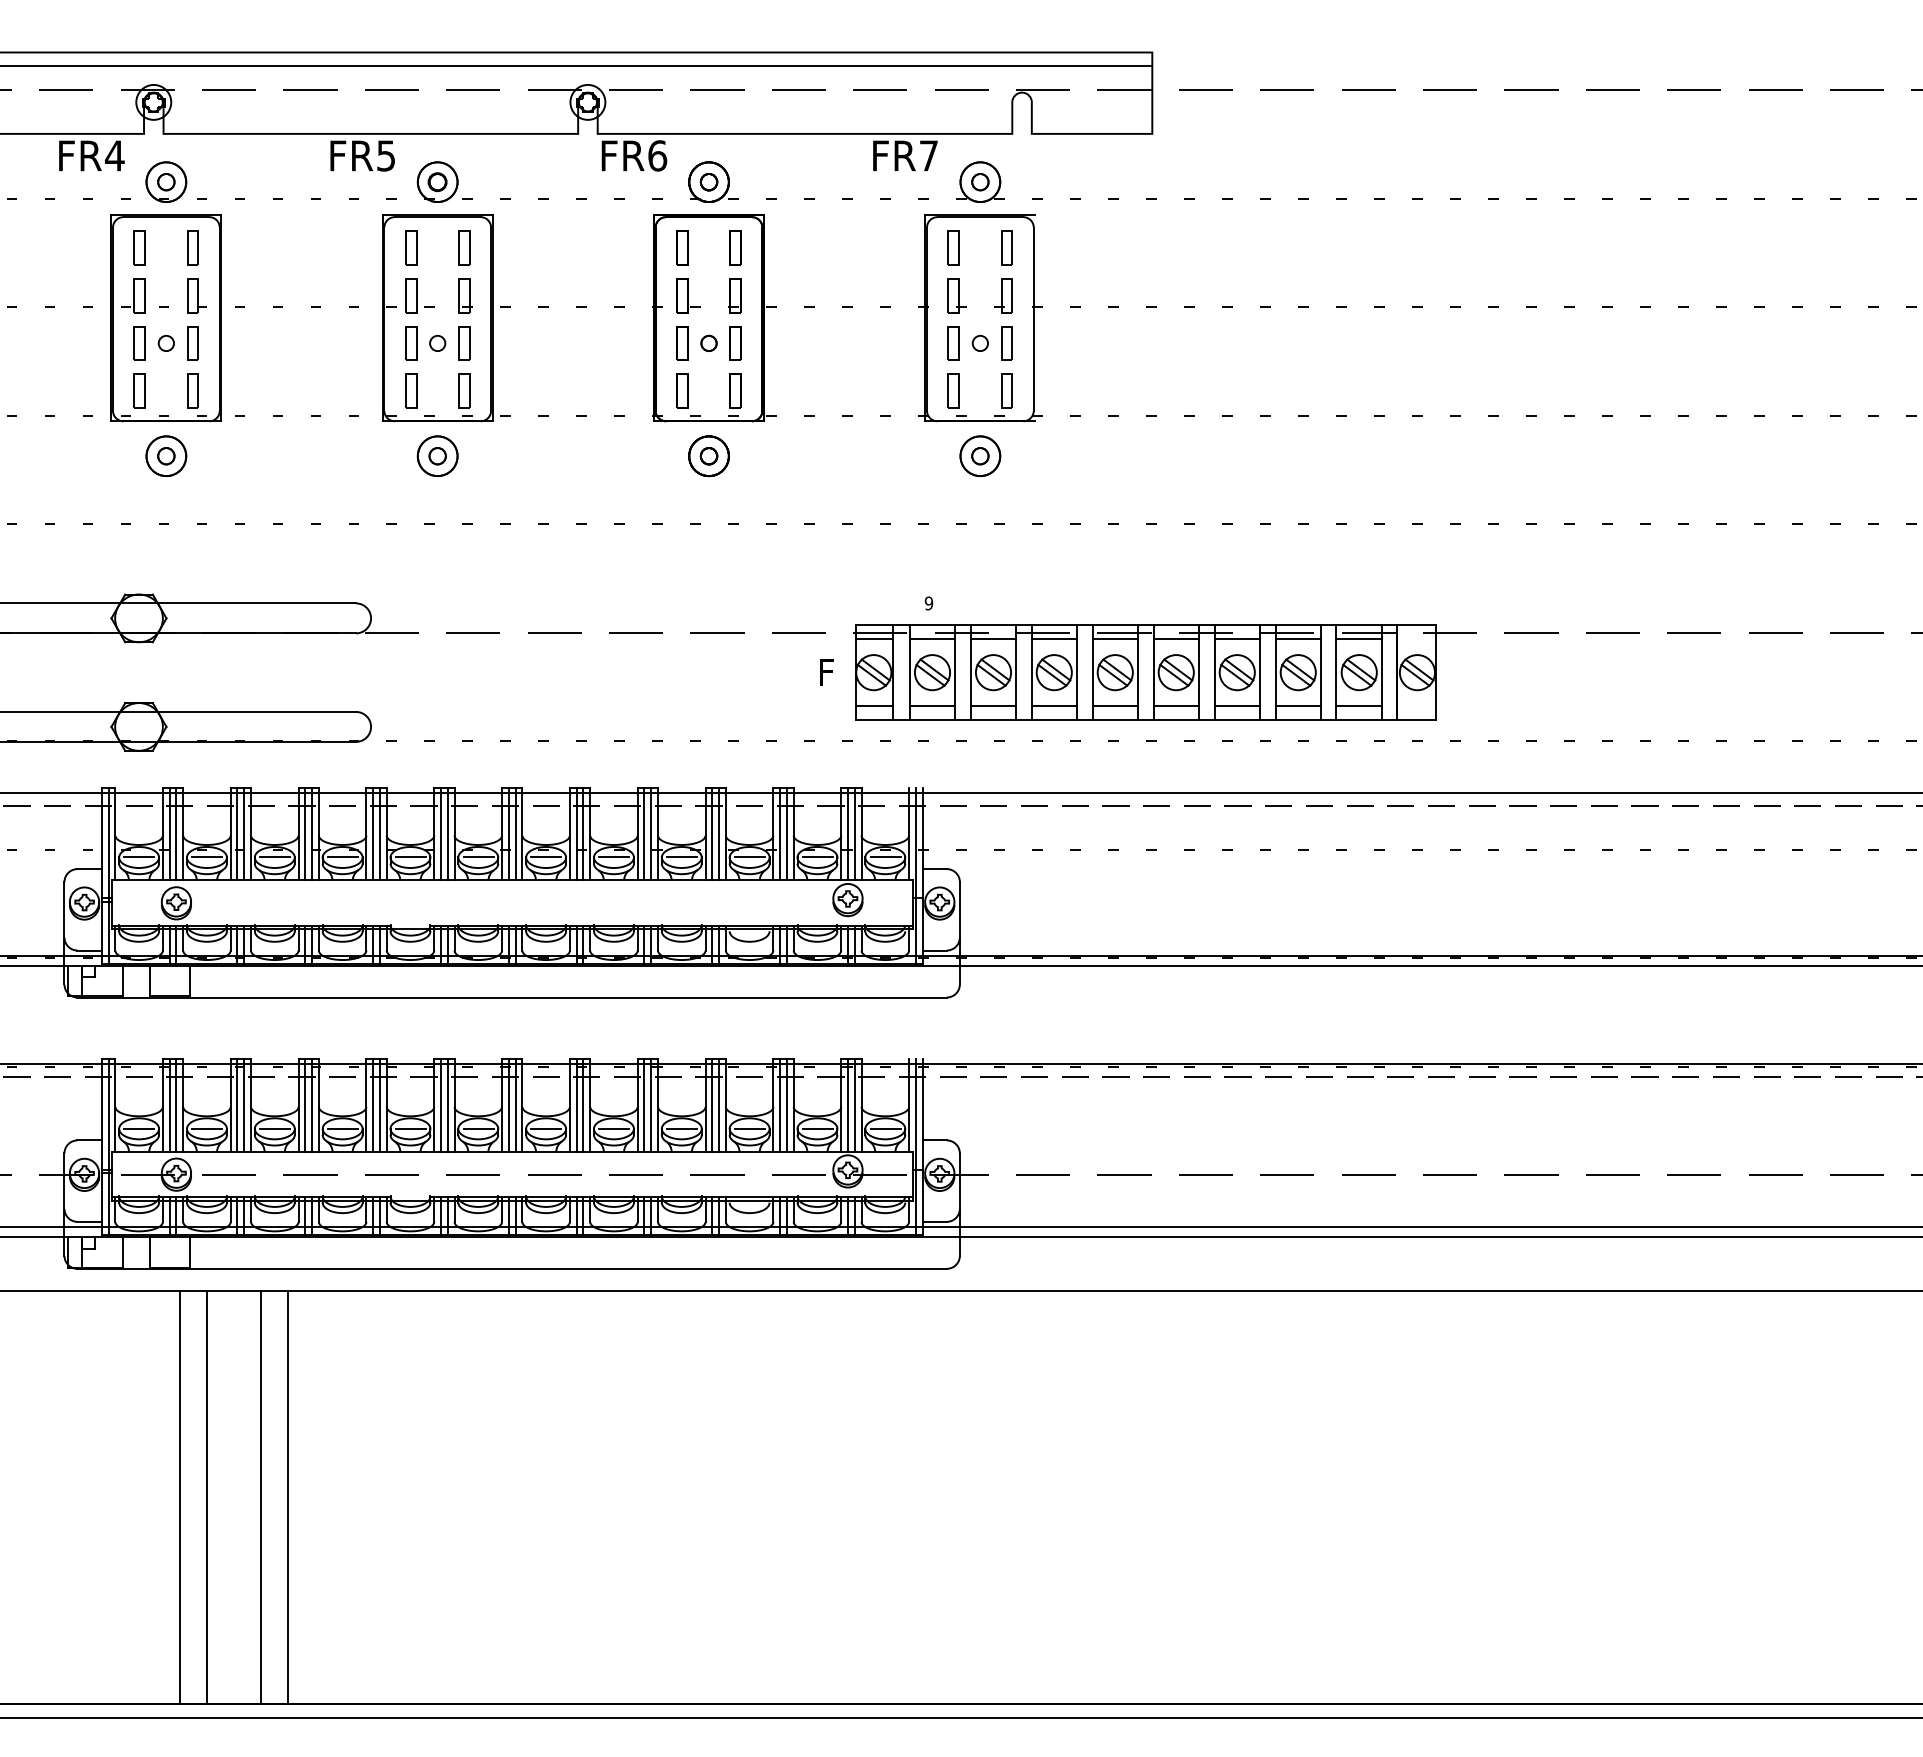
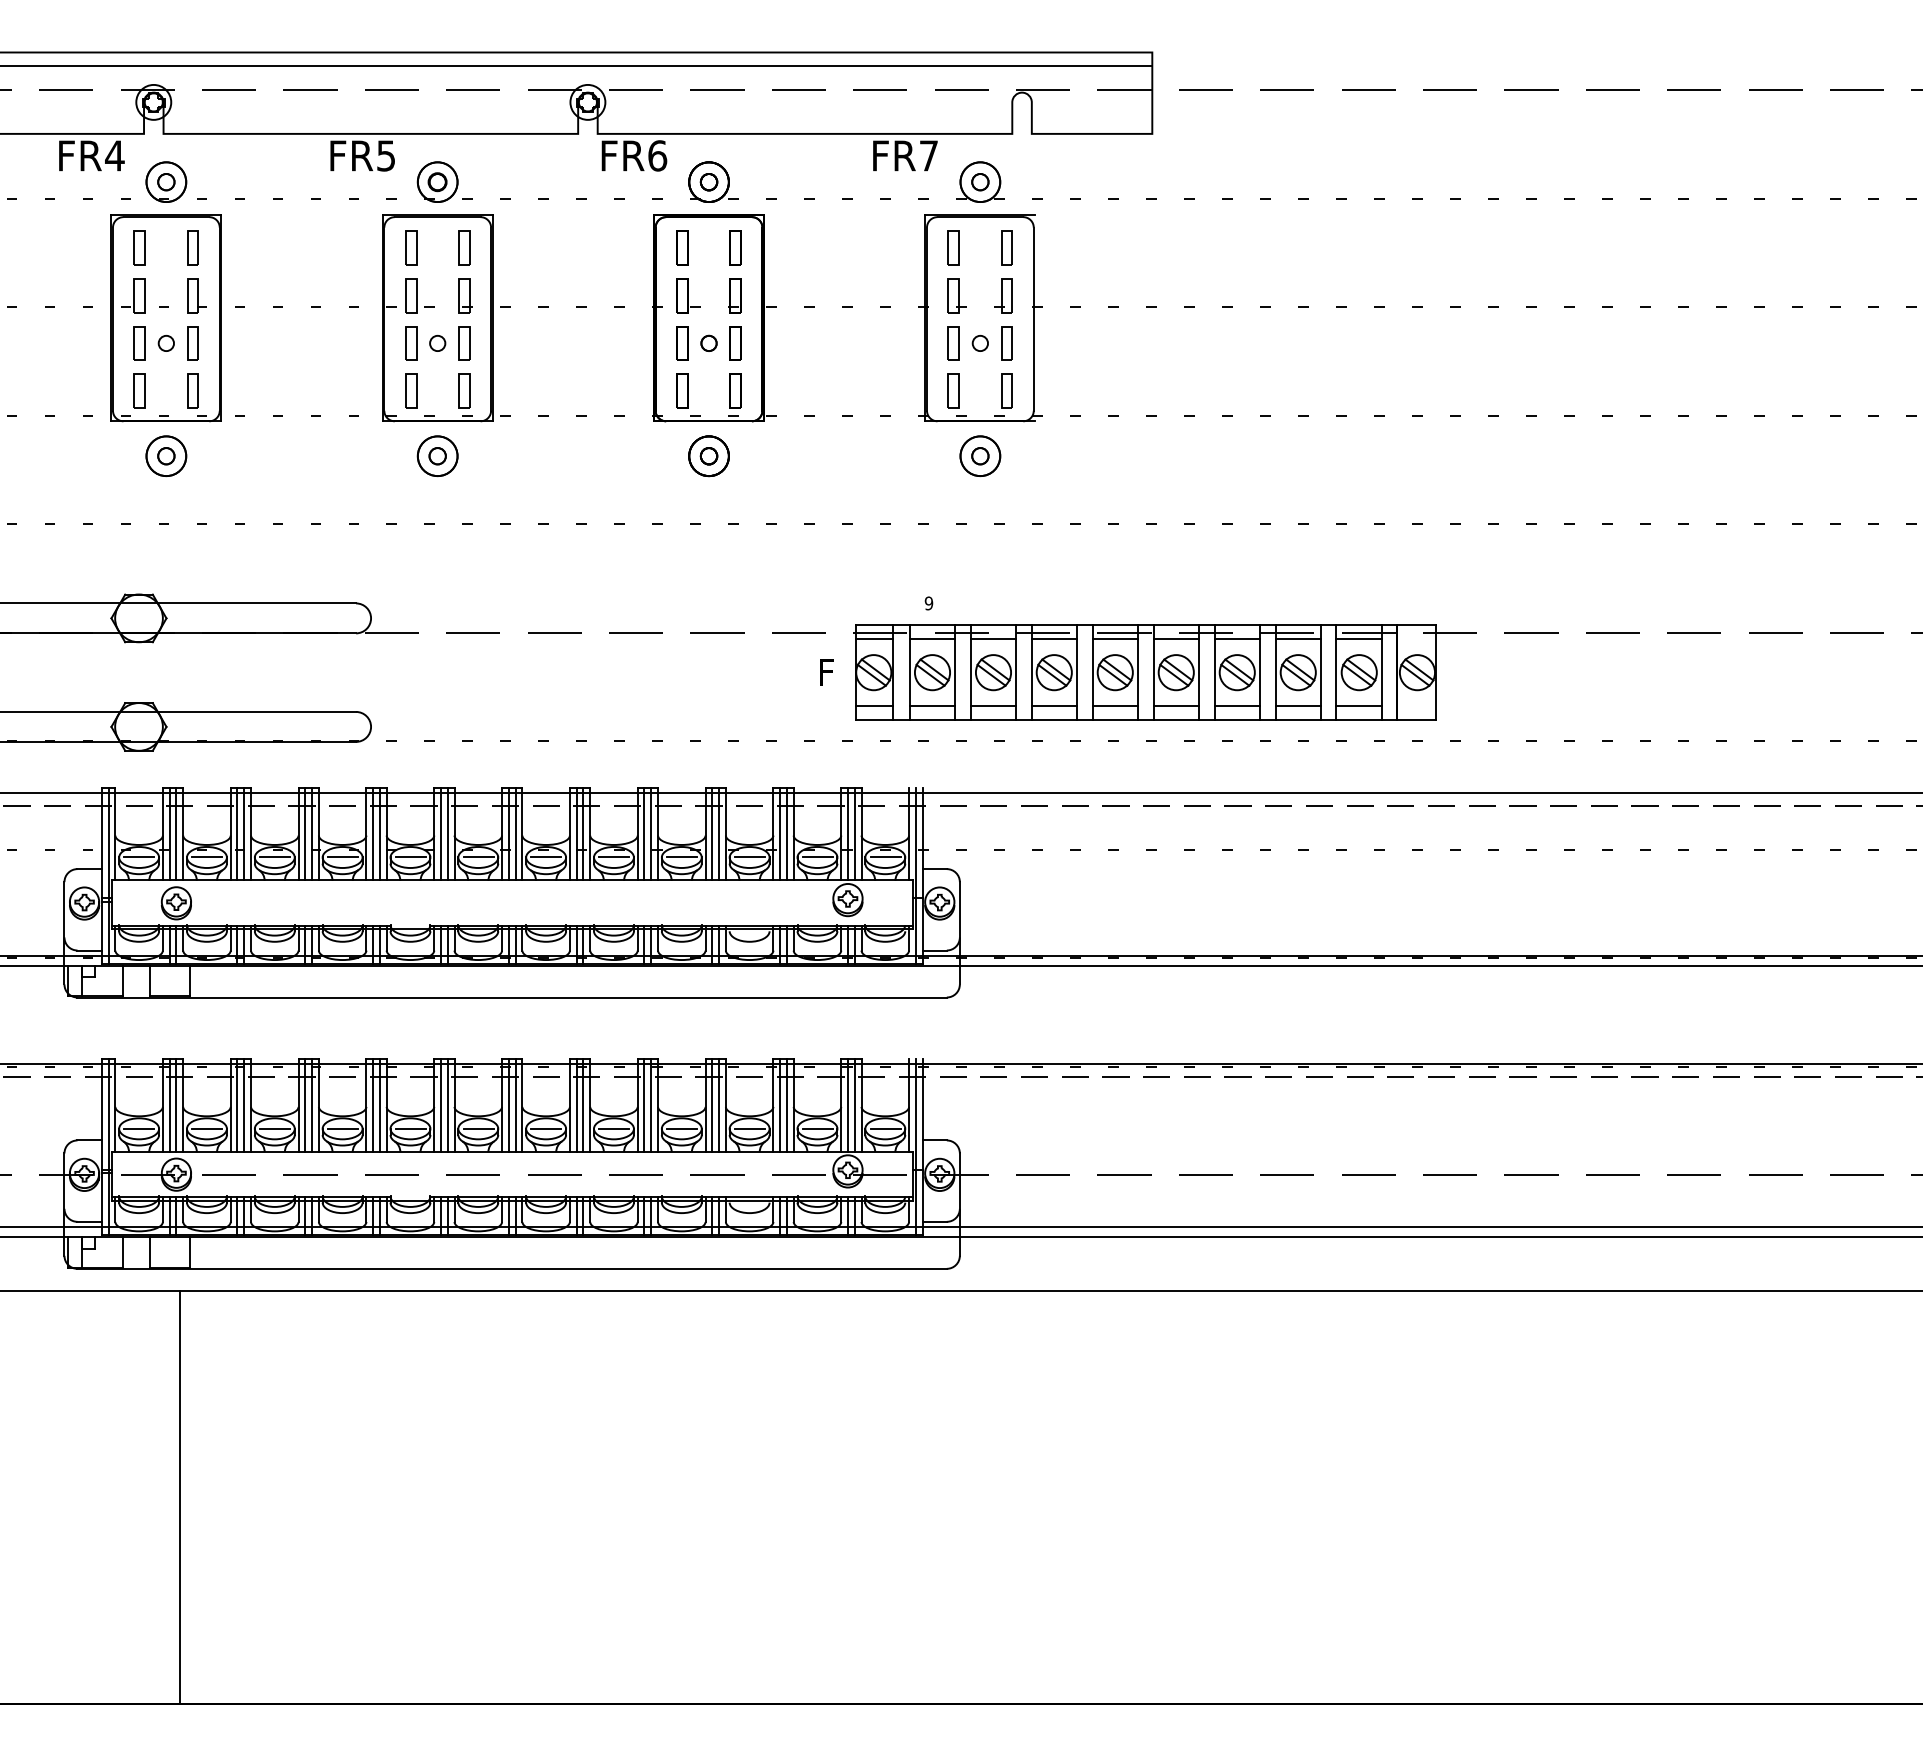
line at (206, 1497): present -> none
line at (261, 1497): present -> none
line at (288, 1497): present -> none
line at (960, 1718): present -> none
